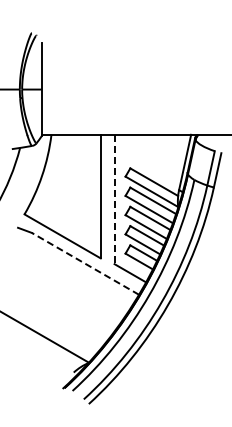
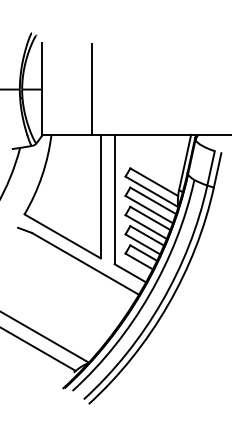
line at (91, 89): none -> present
line at (114, 199): dashed -> solid
line at (85, 263): dashed -> solid
line at (38, 349): none -> present
